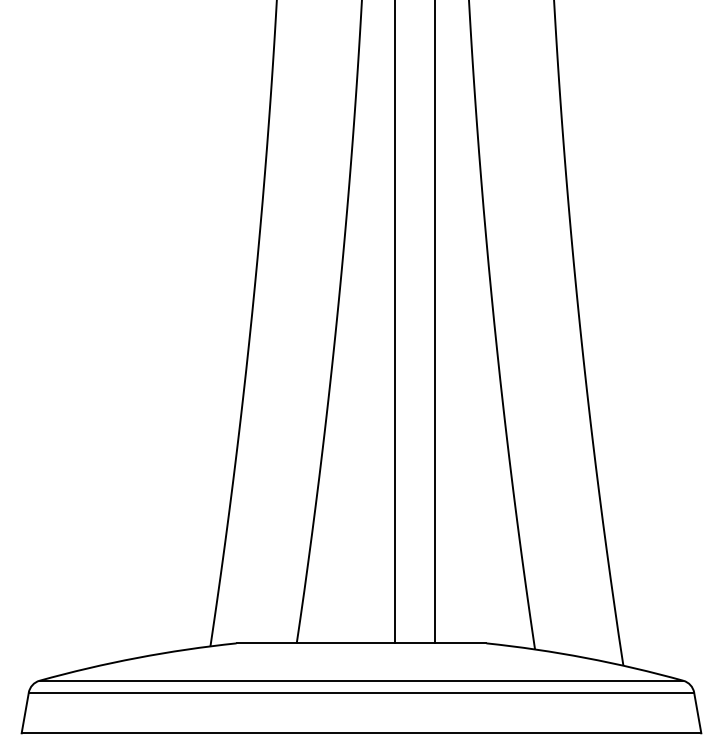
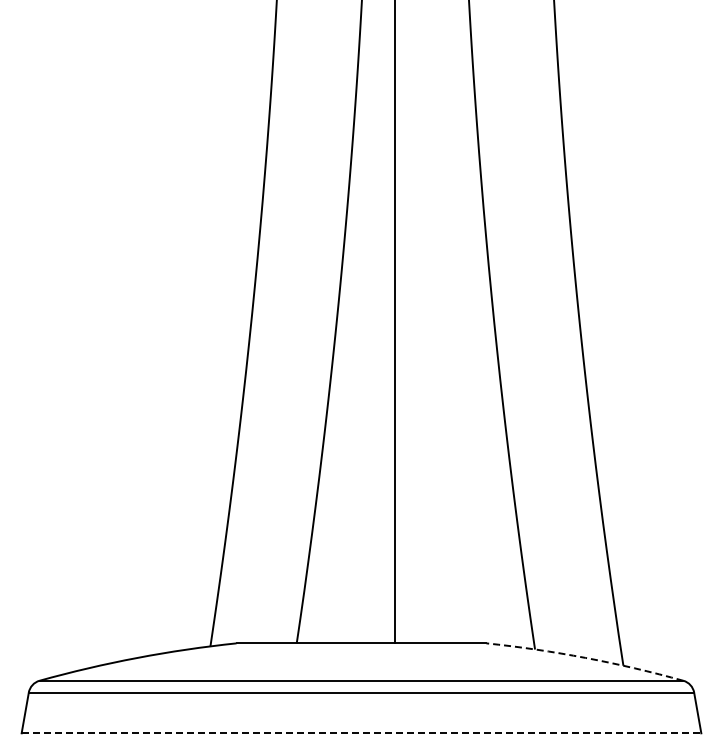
line at (435, 322): present -> none
arc at (585, 657): solid -> dashed
line at (361, 733): solid -> dashed
